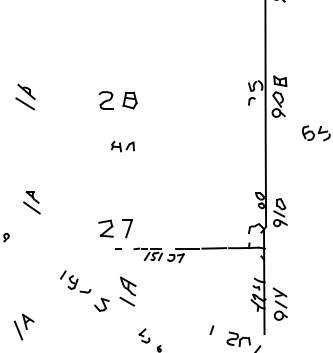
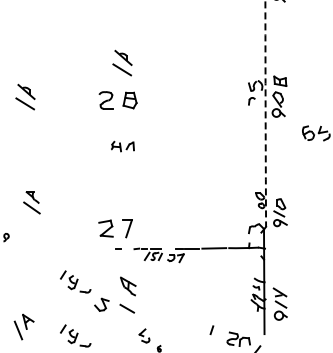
part at (122, 62): none -> present
arc at (265, 113): solid -> dashed
line at (126, 301) position: (126, 301) -> (126, 308)
part at (75, 335): none -> present
